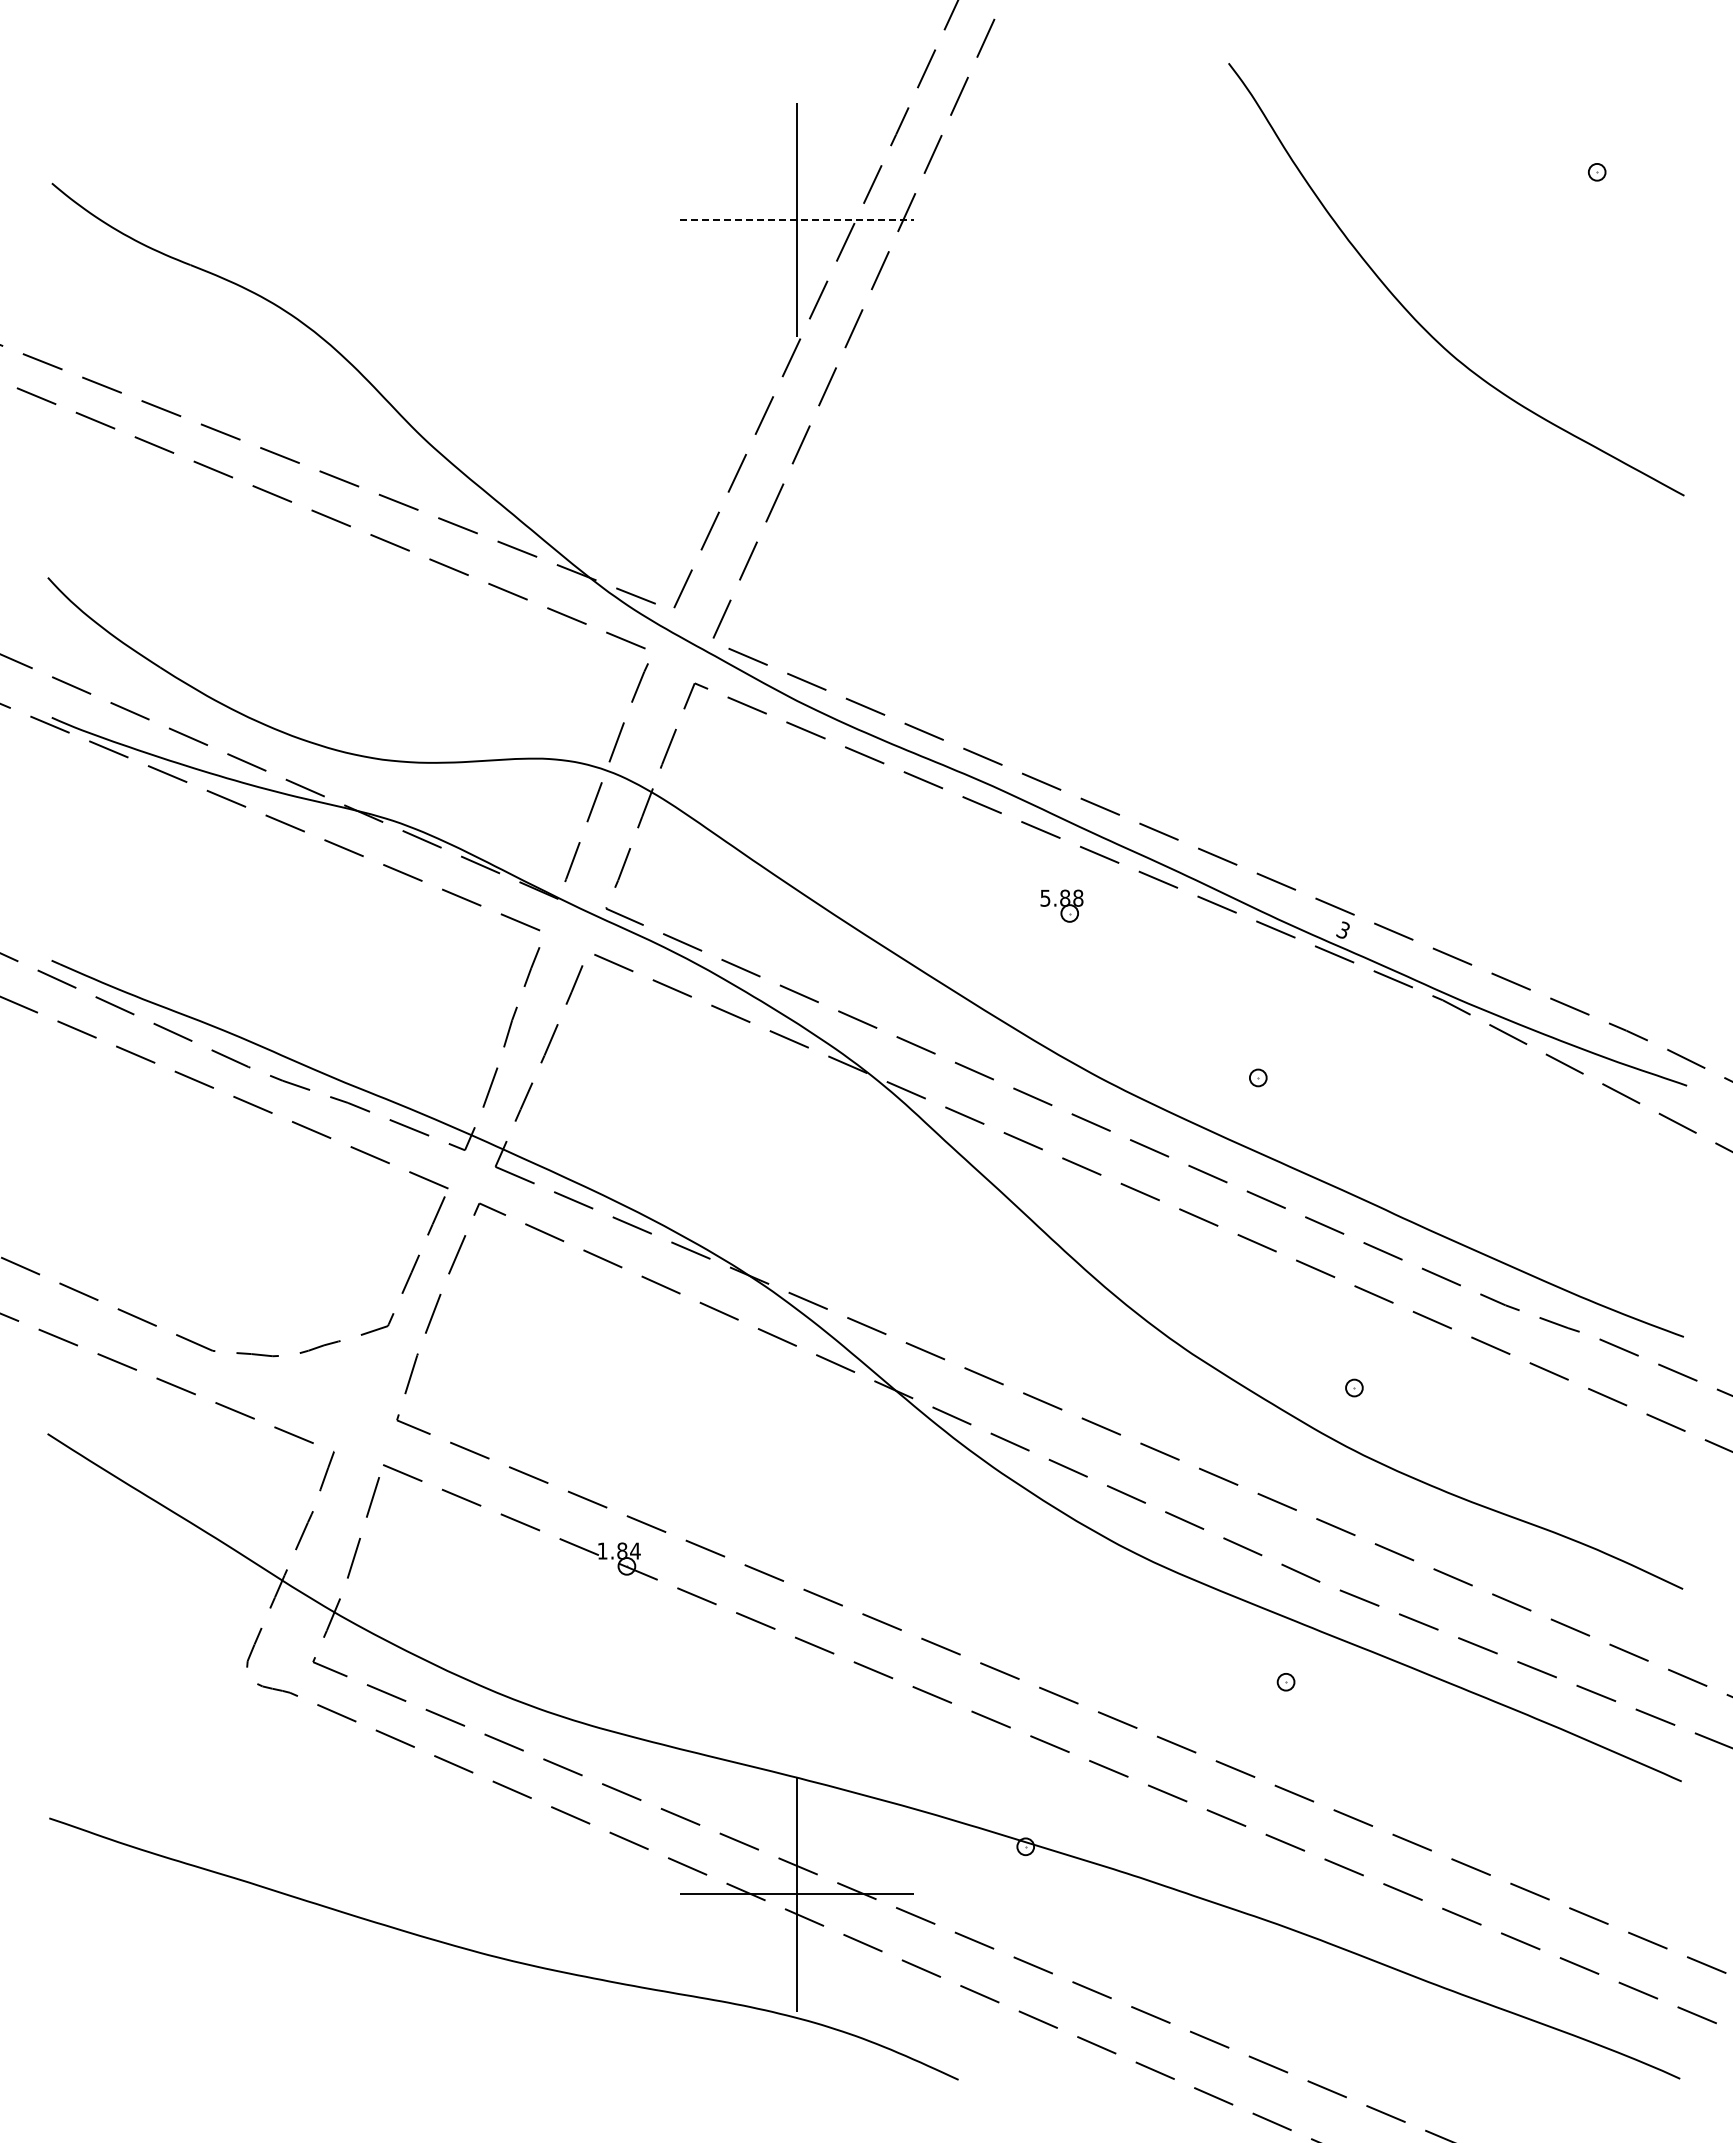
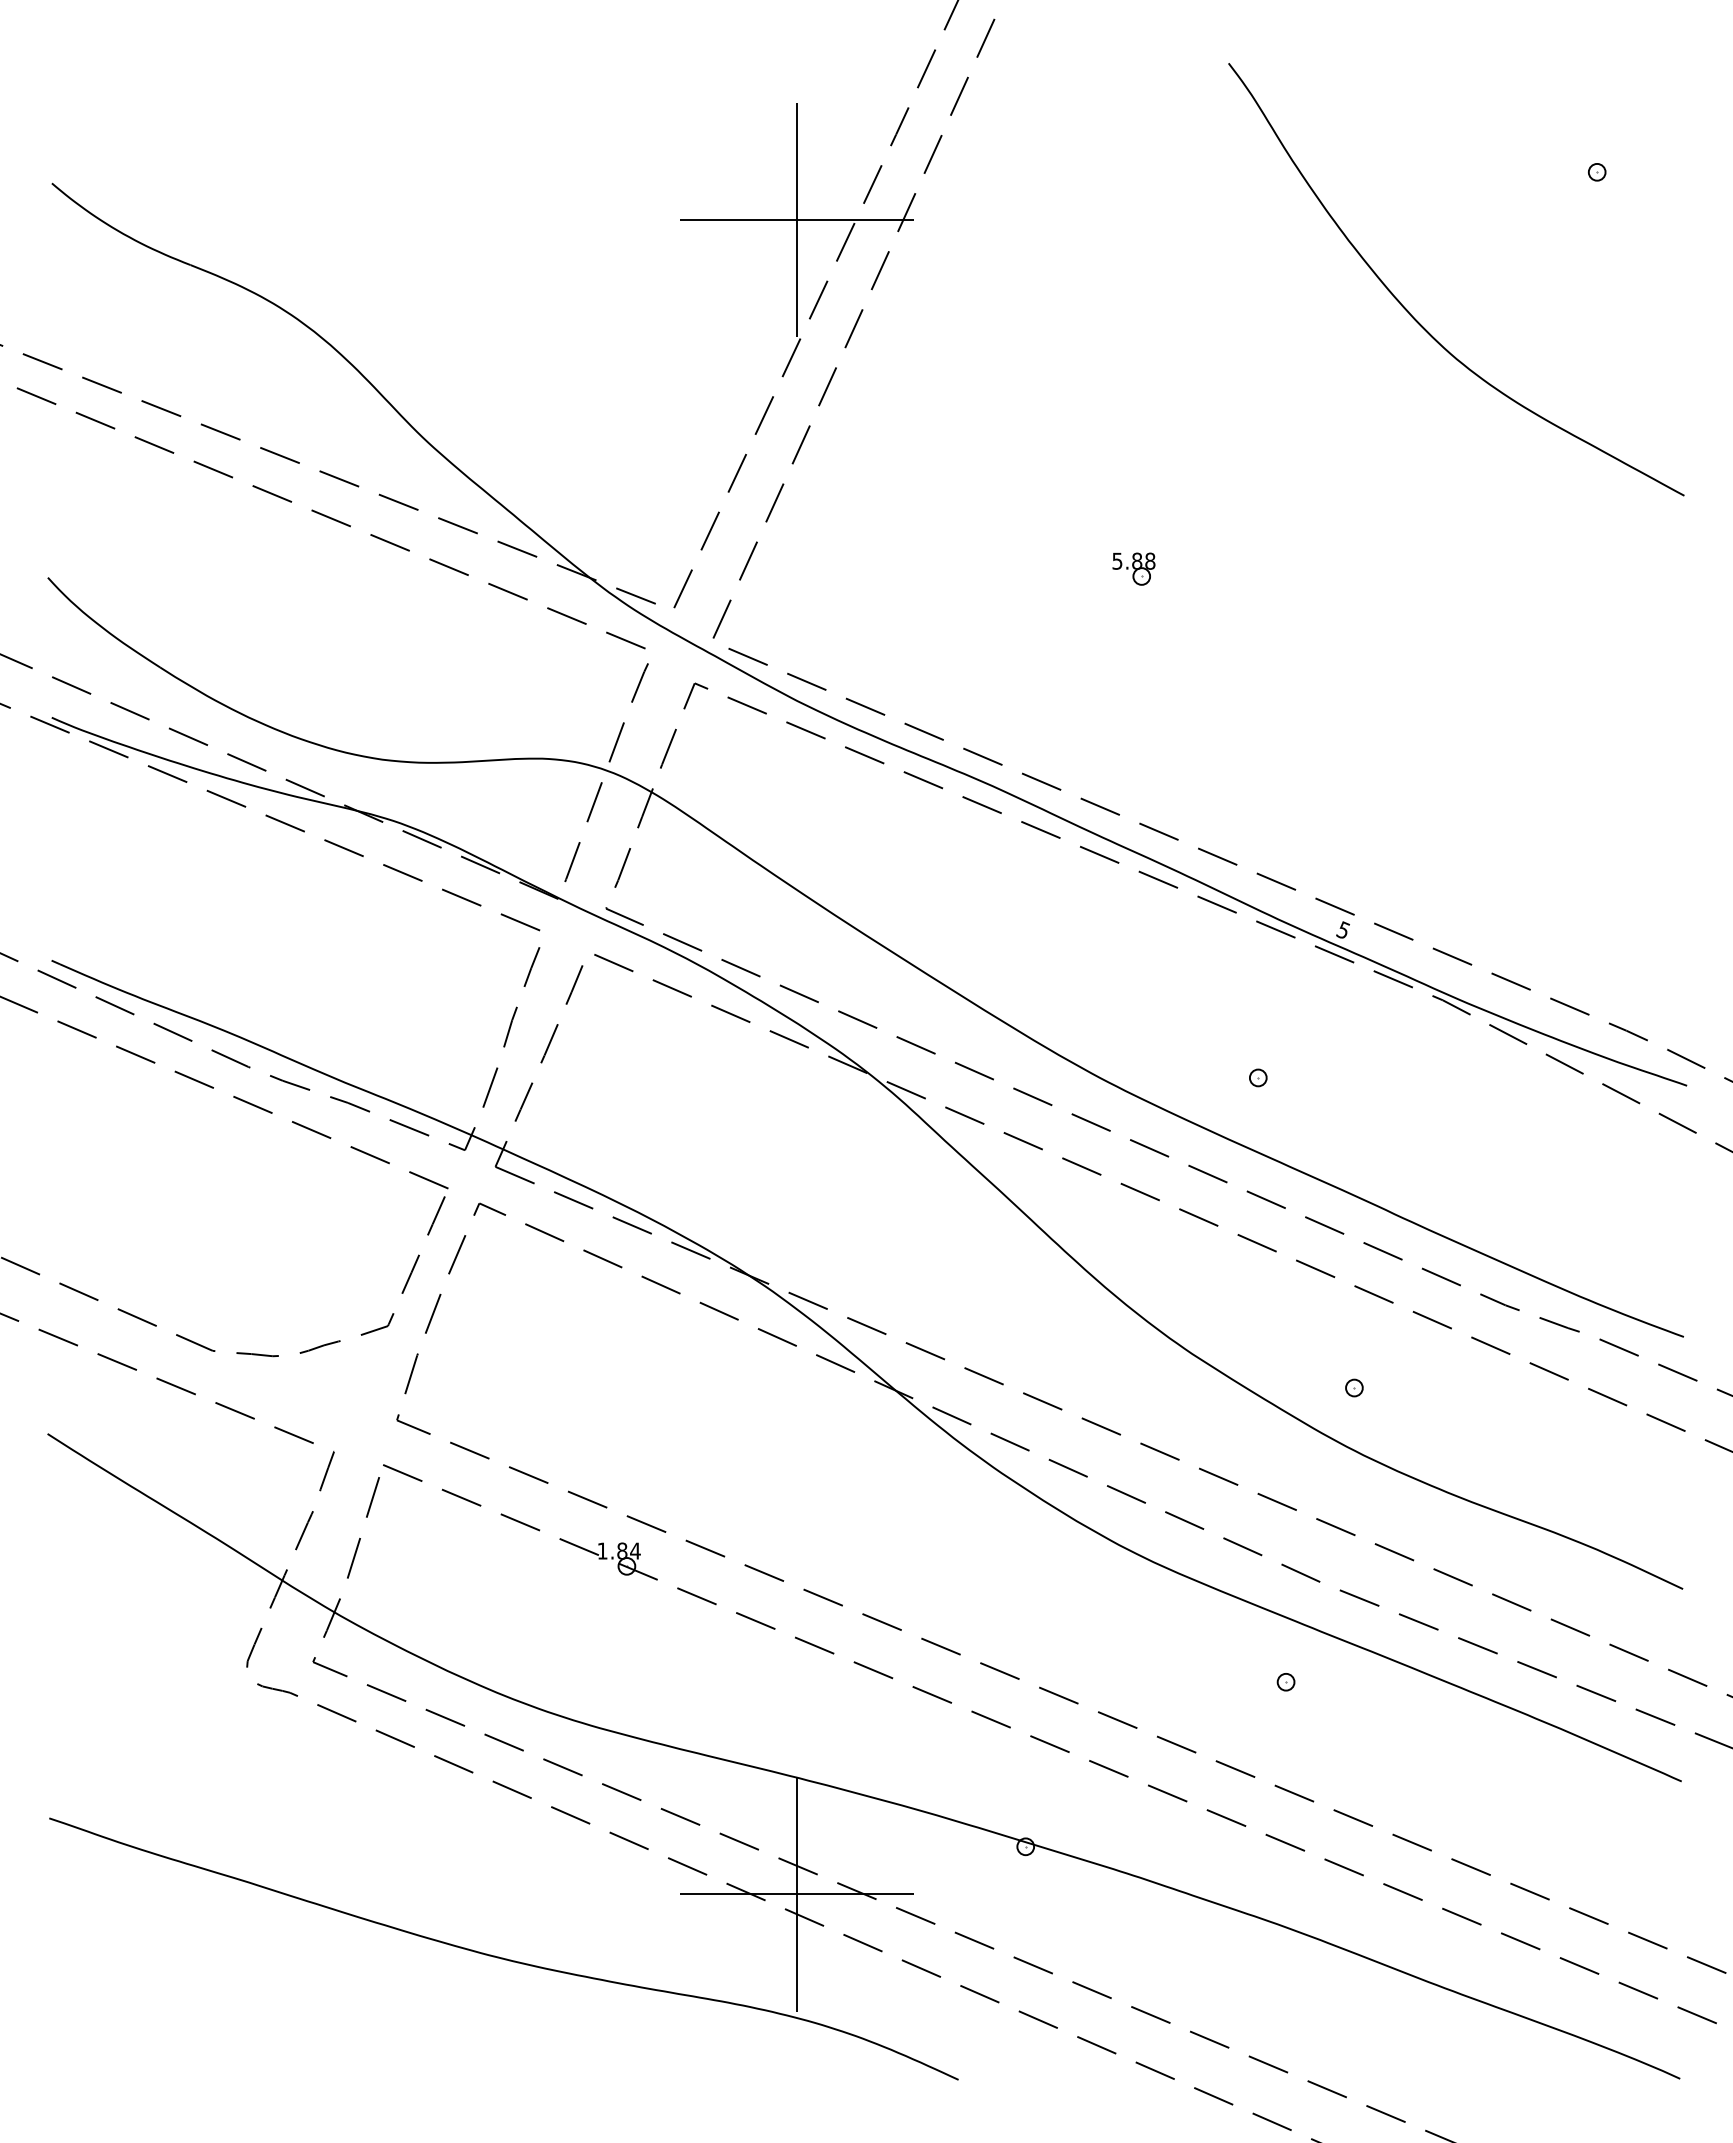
line at (797, 220): dashed -> solid
part at (1061, 905) position: (1061, 905) -> (1133, 568)
text at (1344, 929): 3 -> 5
